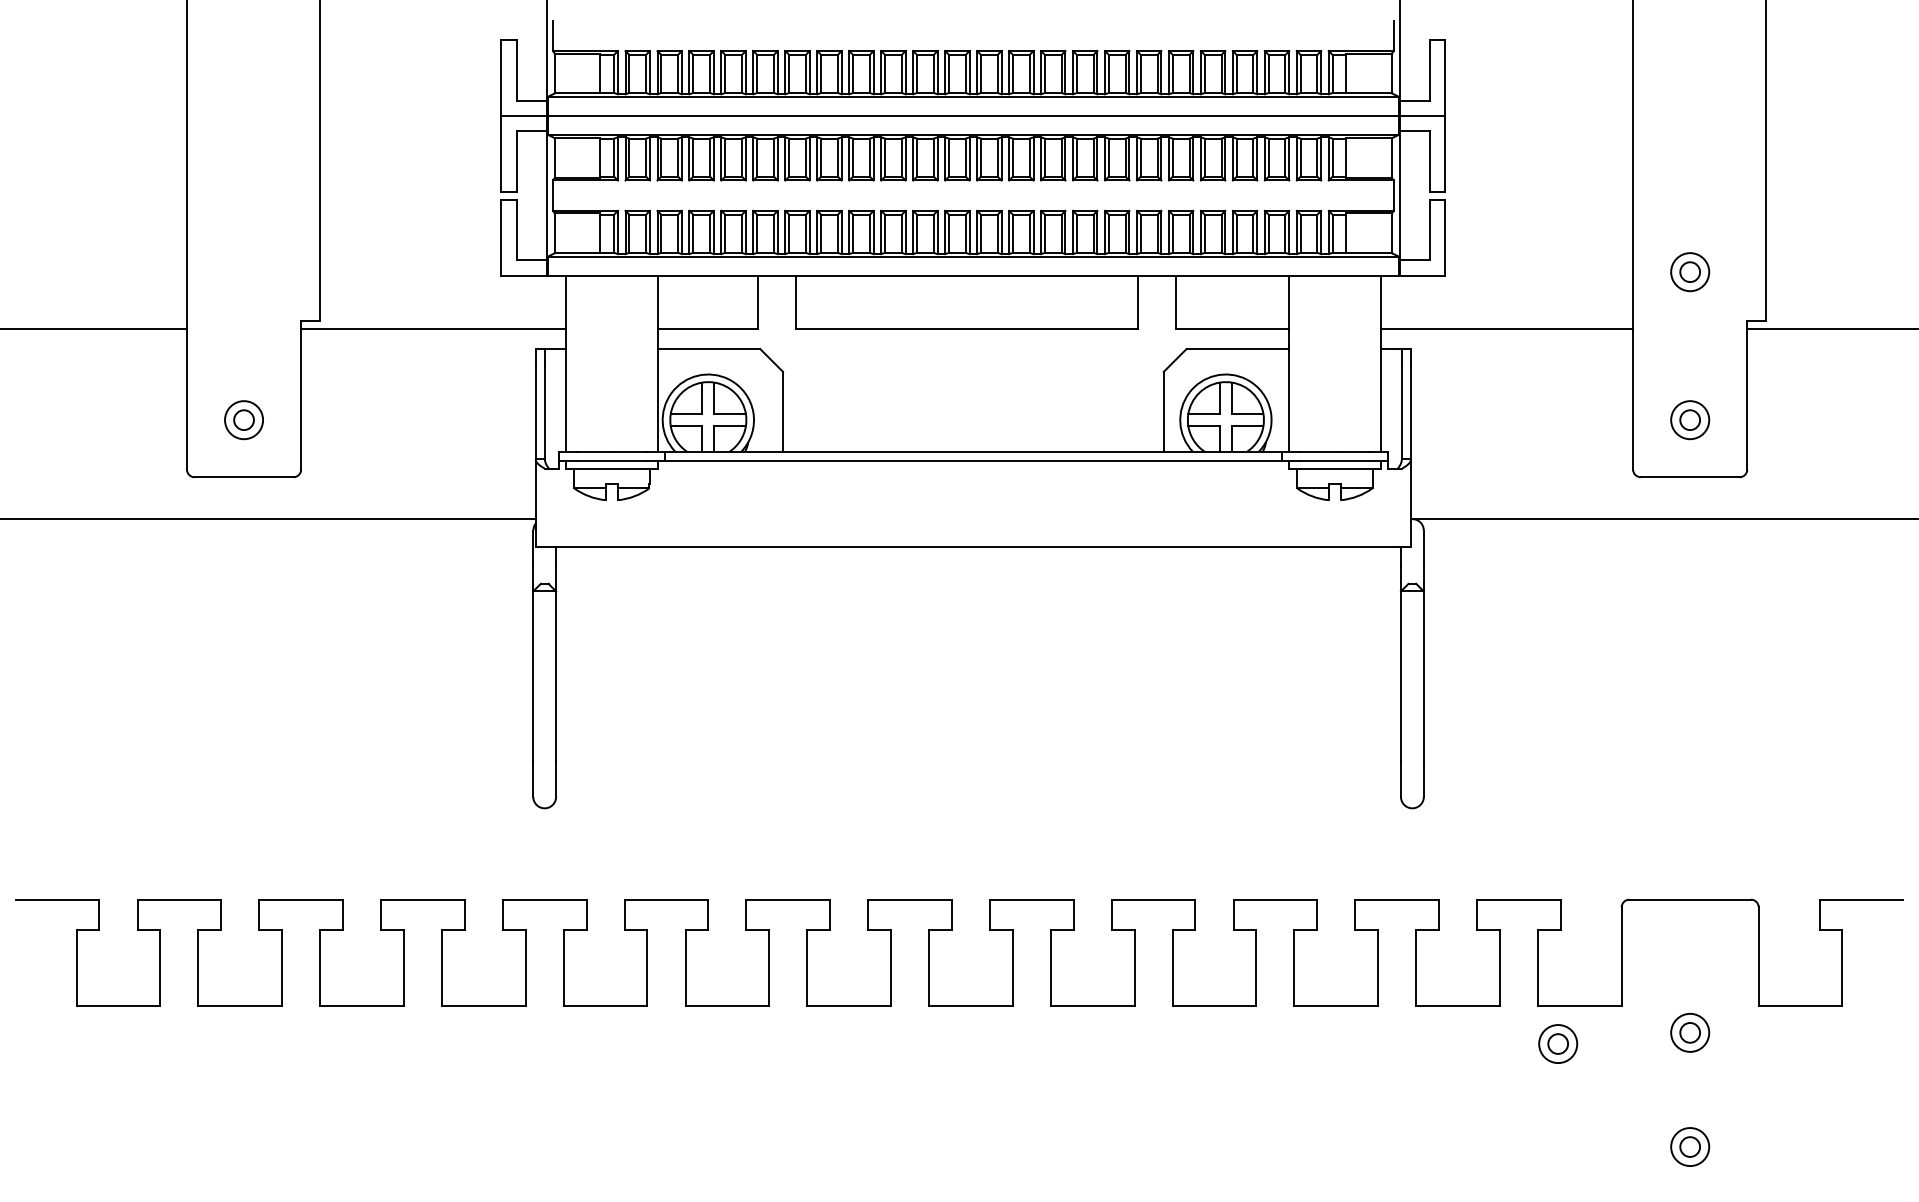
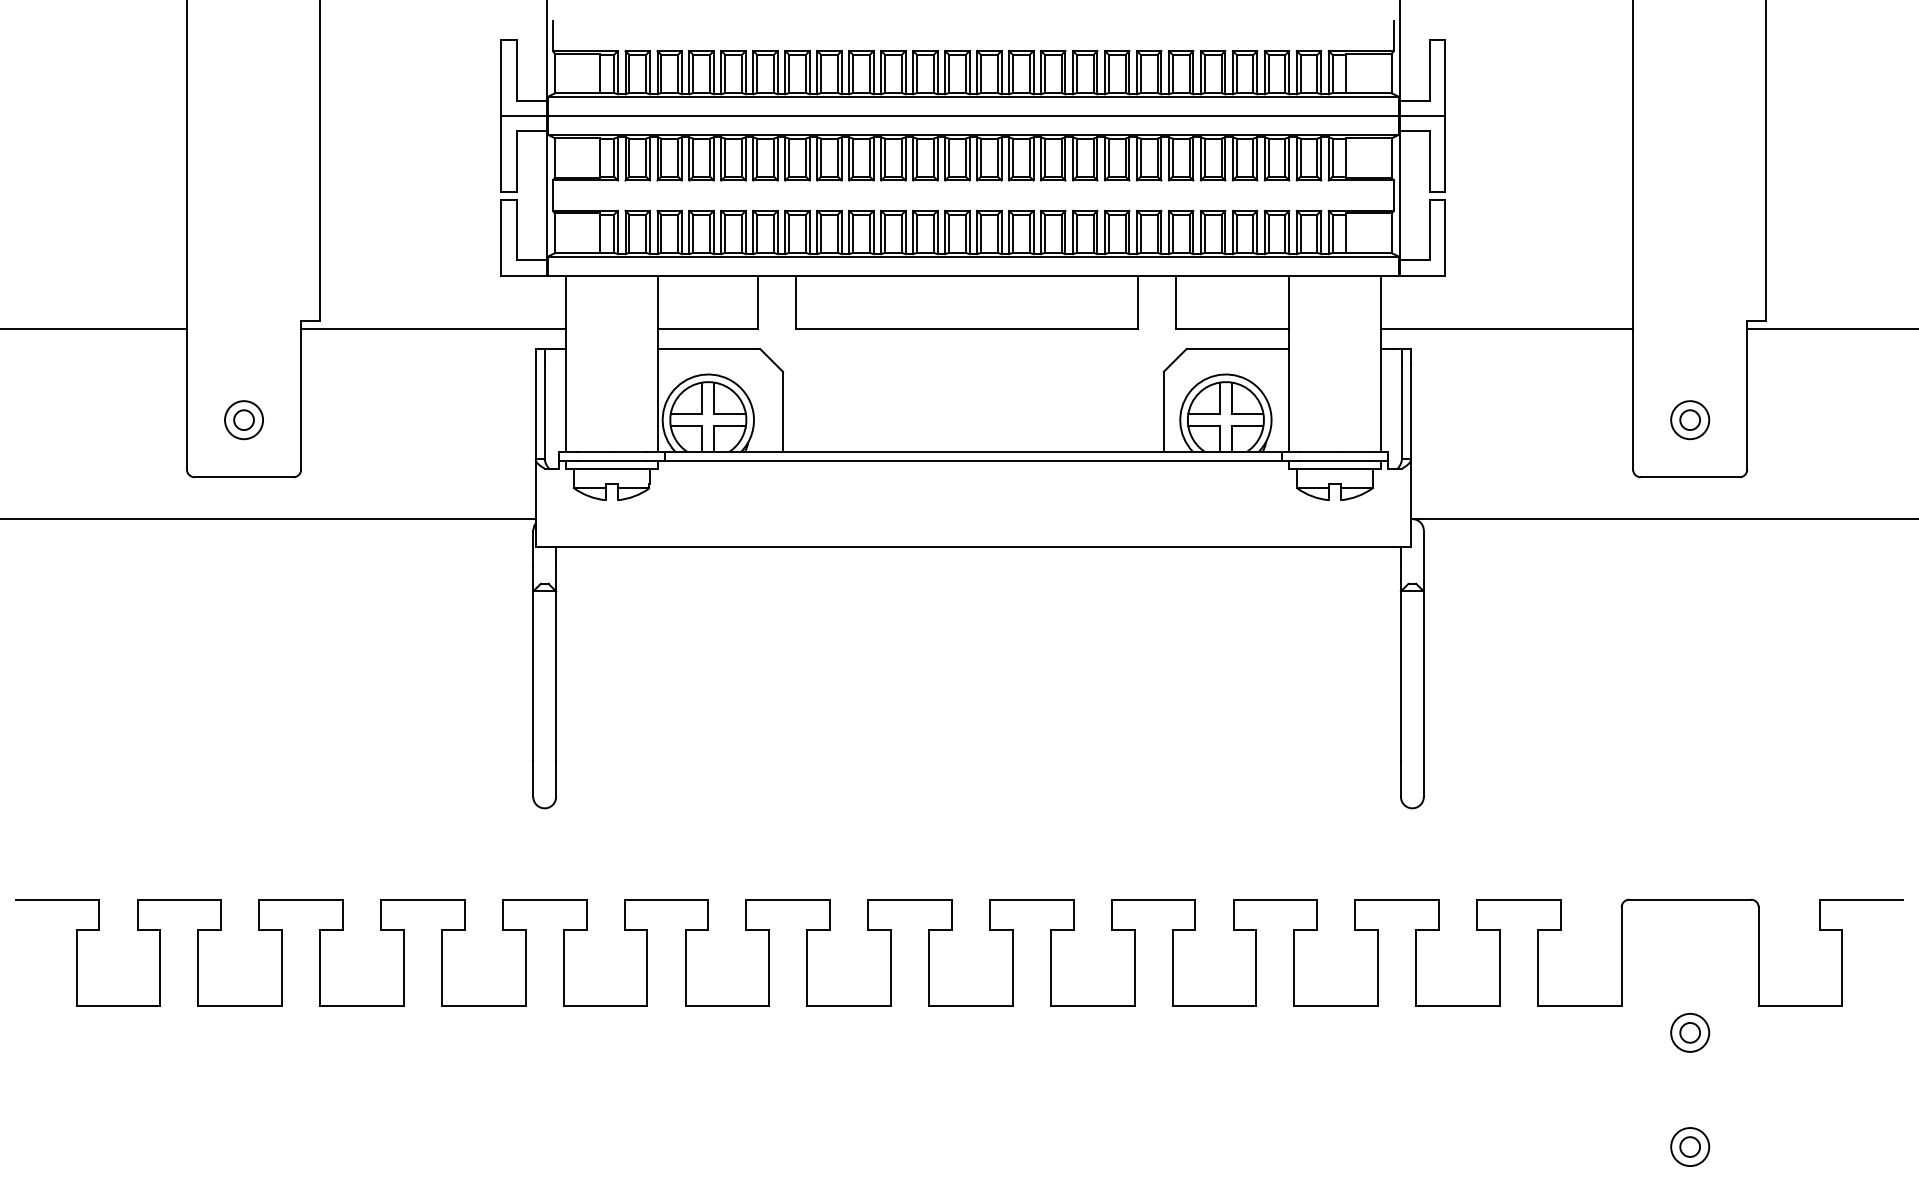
part at (1690, 272): present -> none
part at (1558, 1043): present -> none
